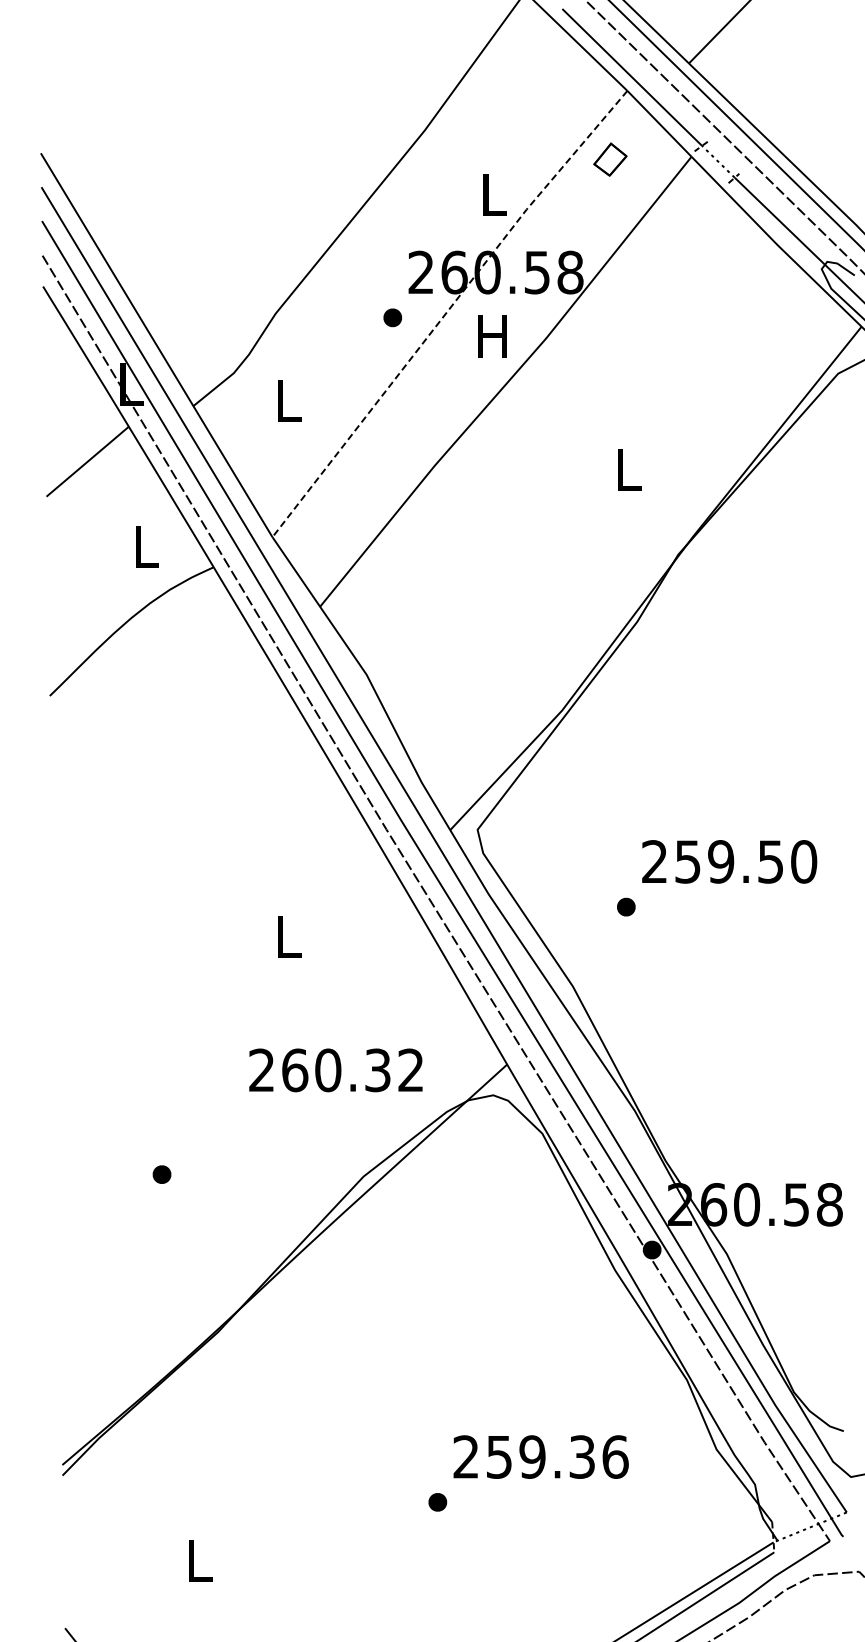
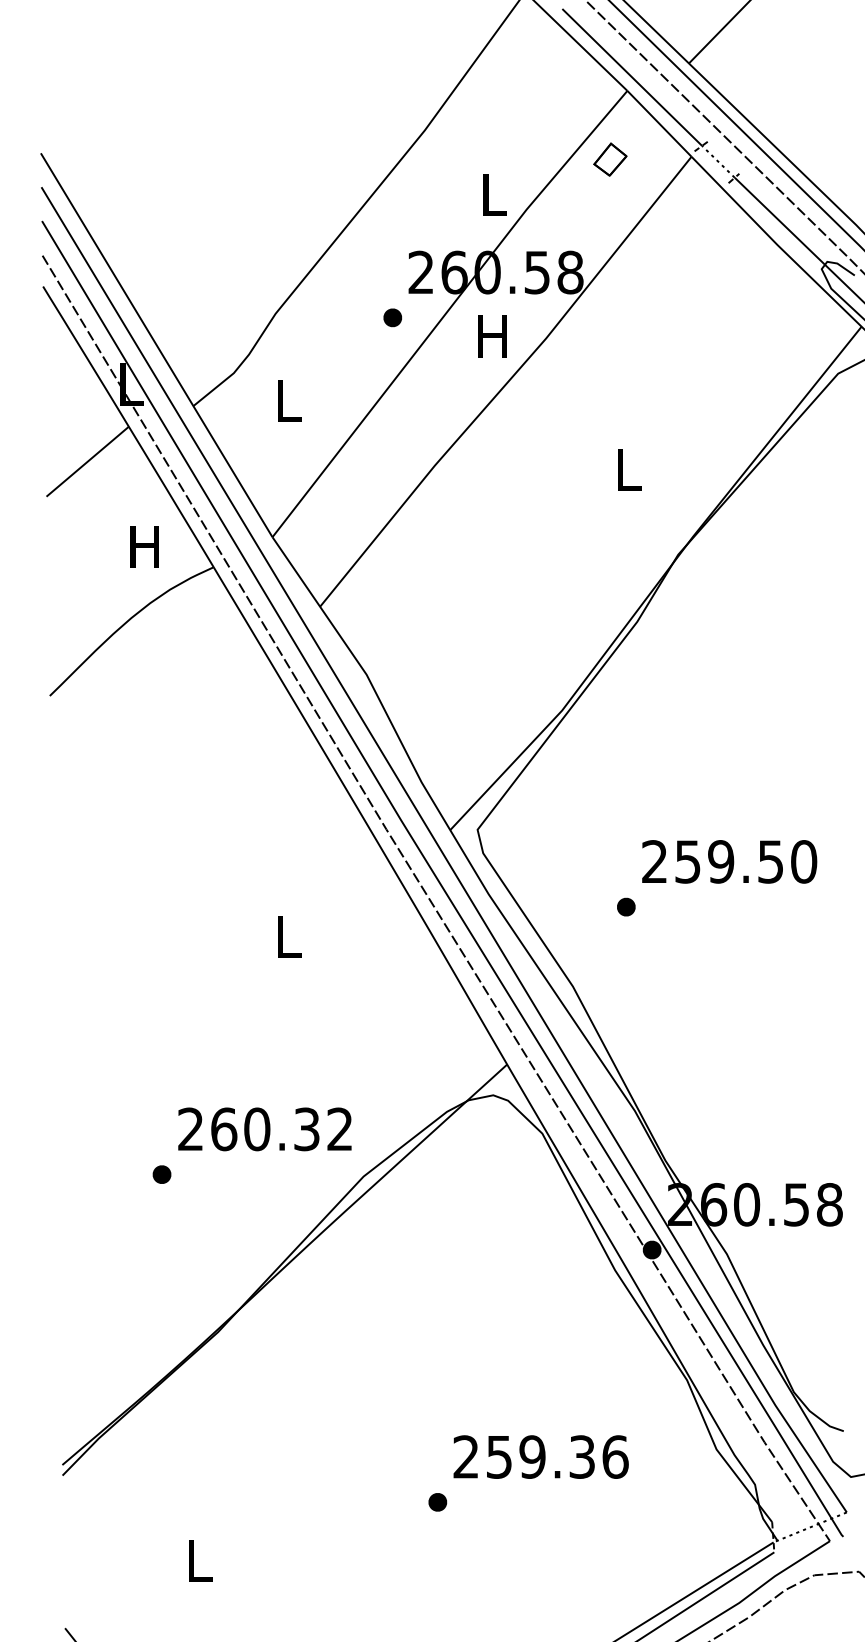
line at (447, 311): dashed -> solid
text at (144, 546): L -> H
text at (335, 1070) position: (335, 1070) -> (264, 1129)
